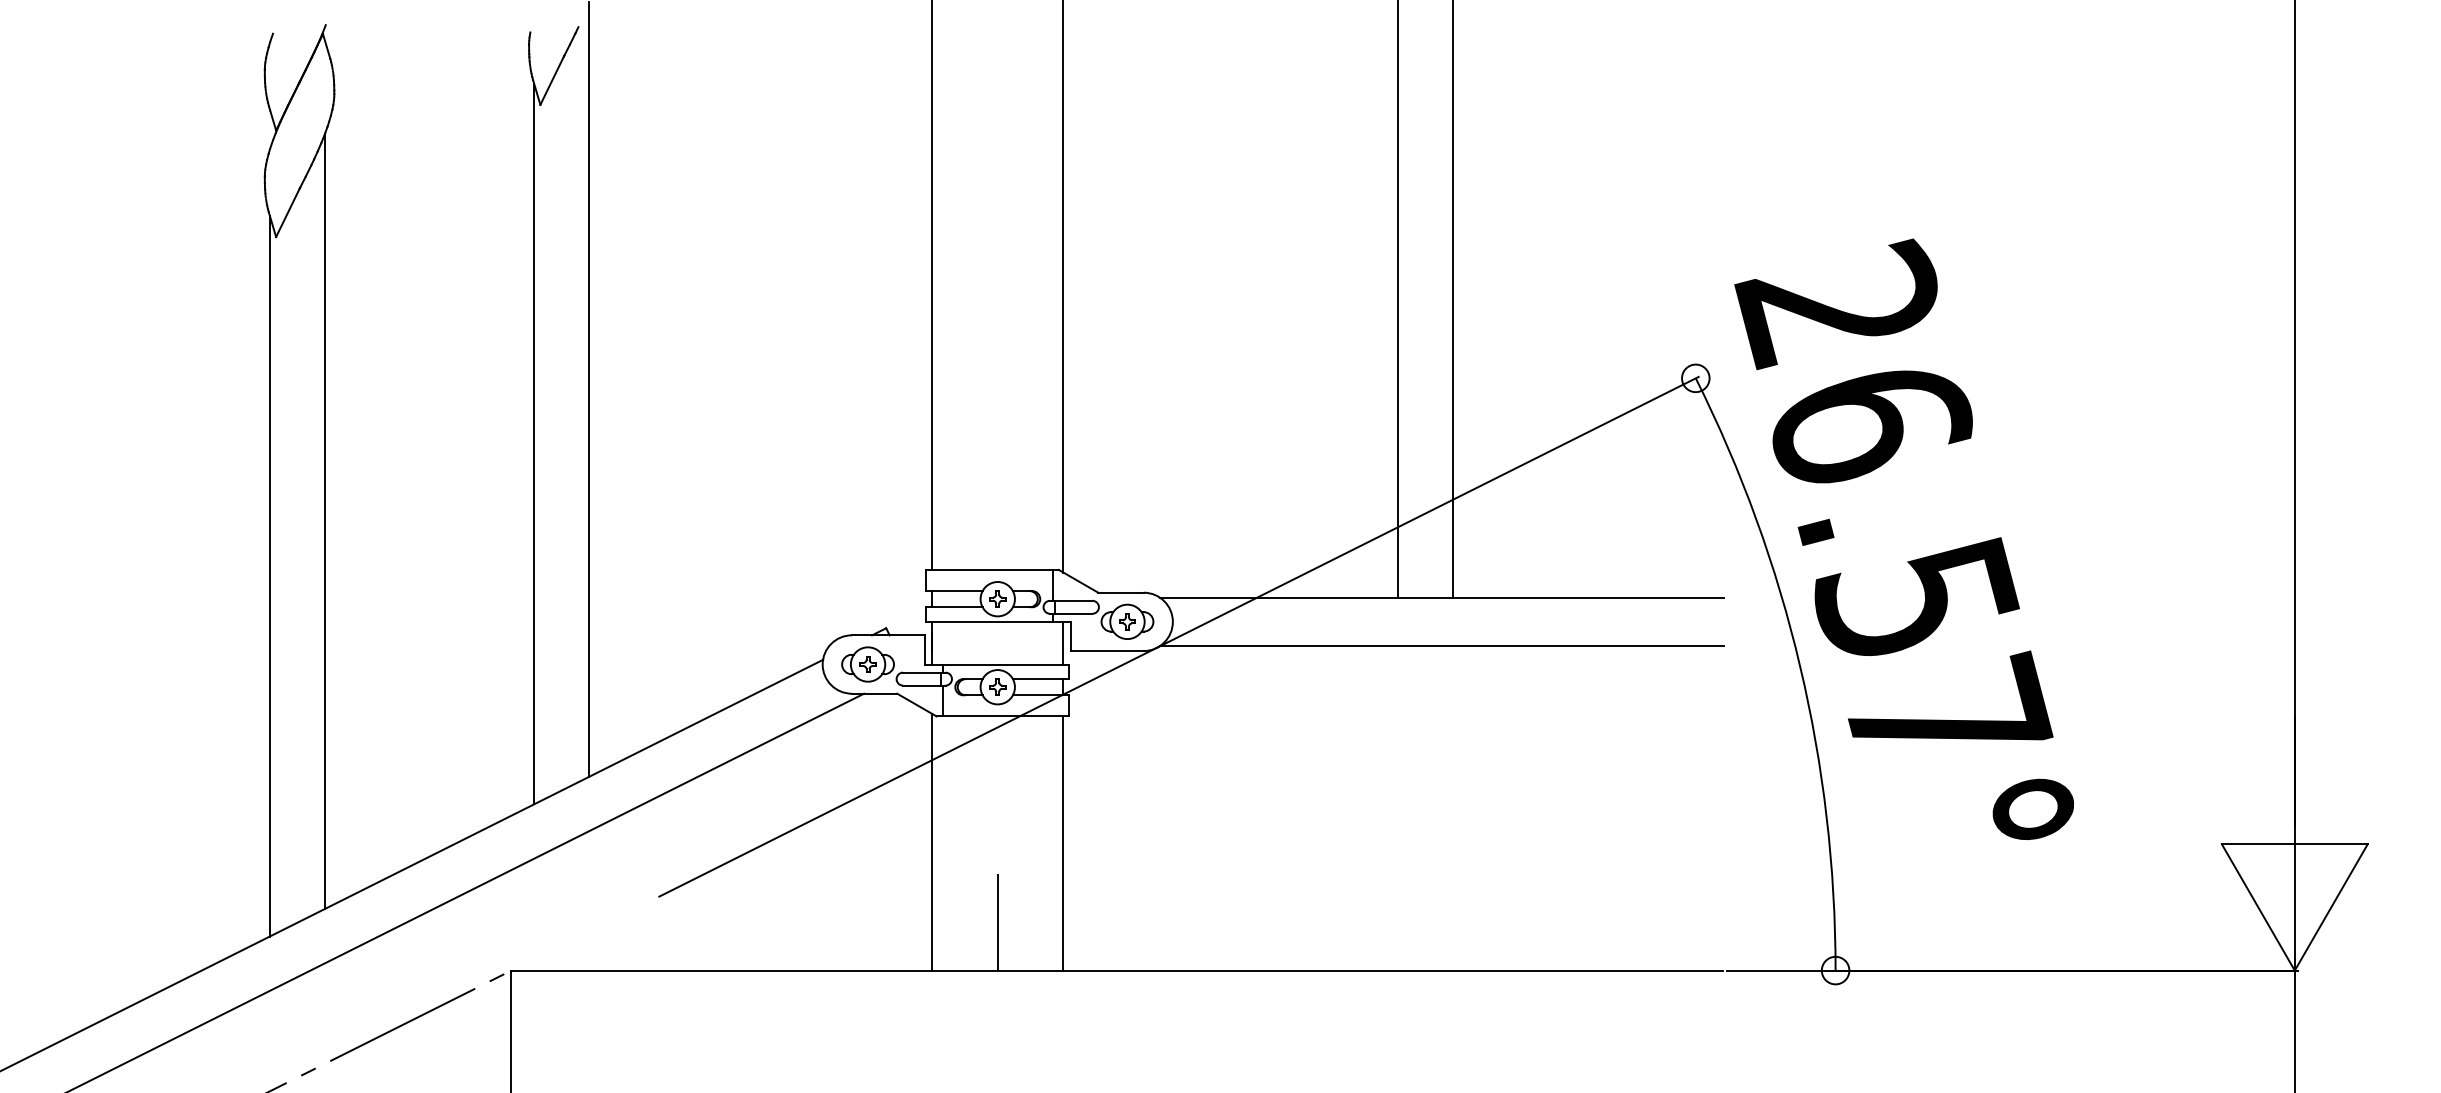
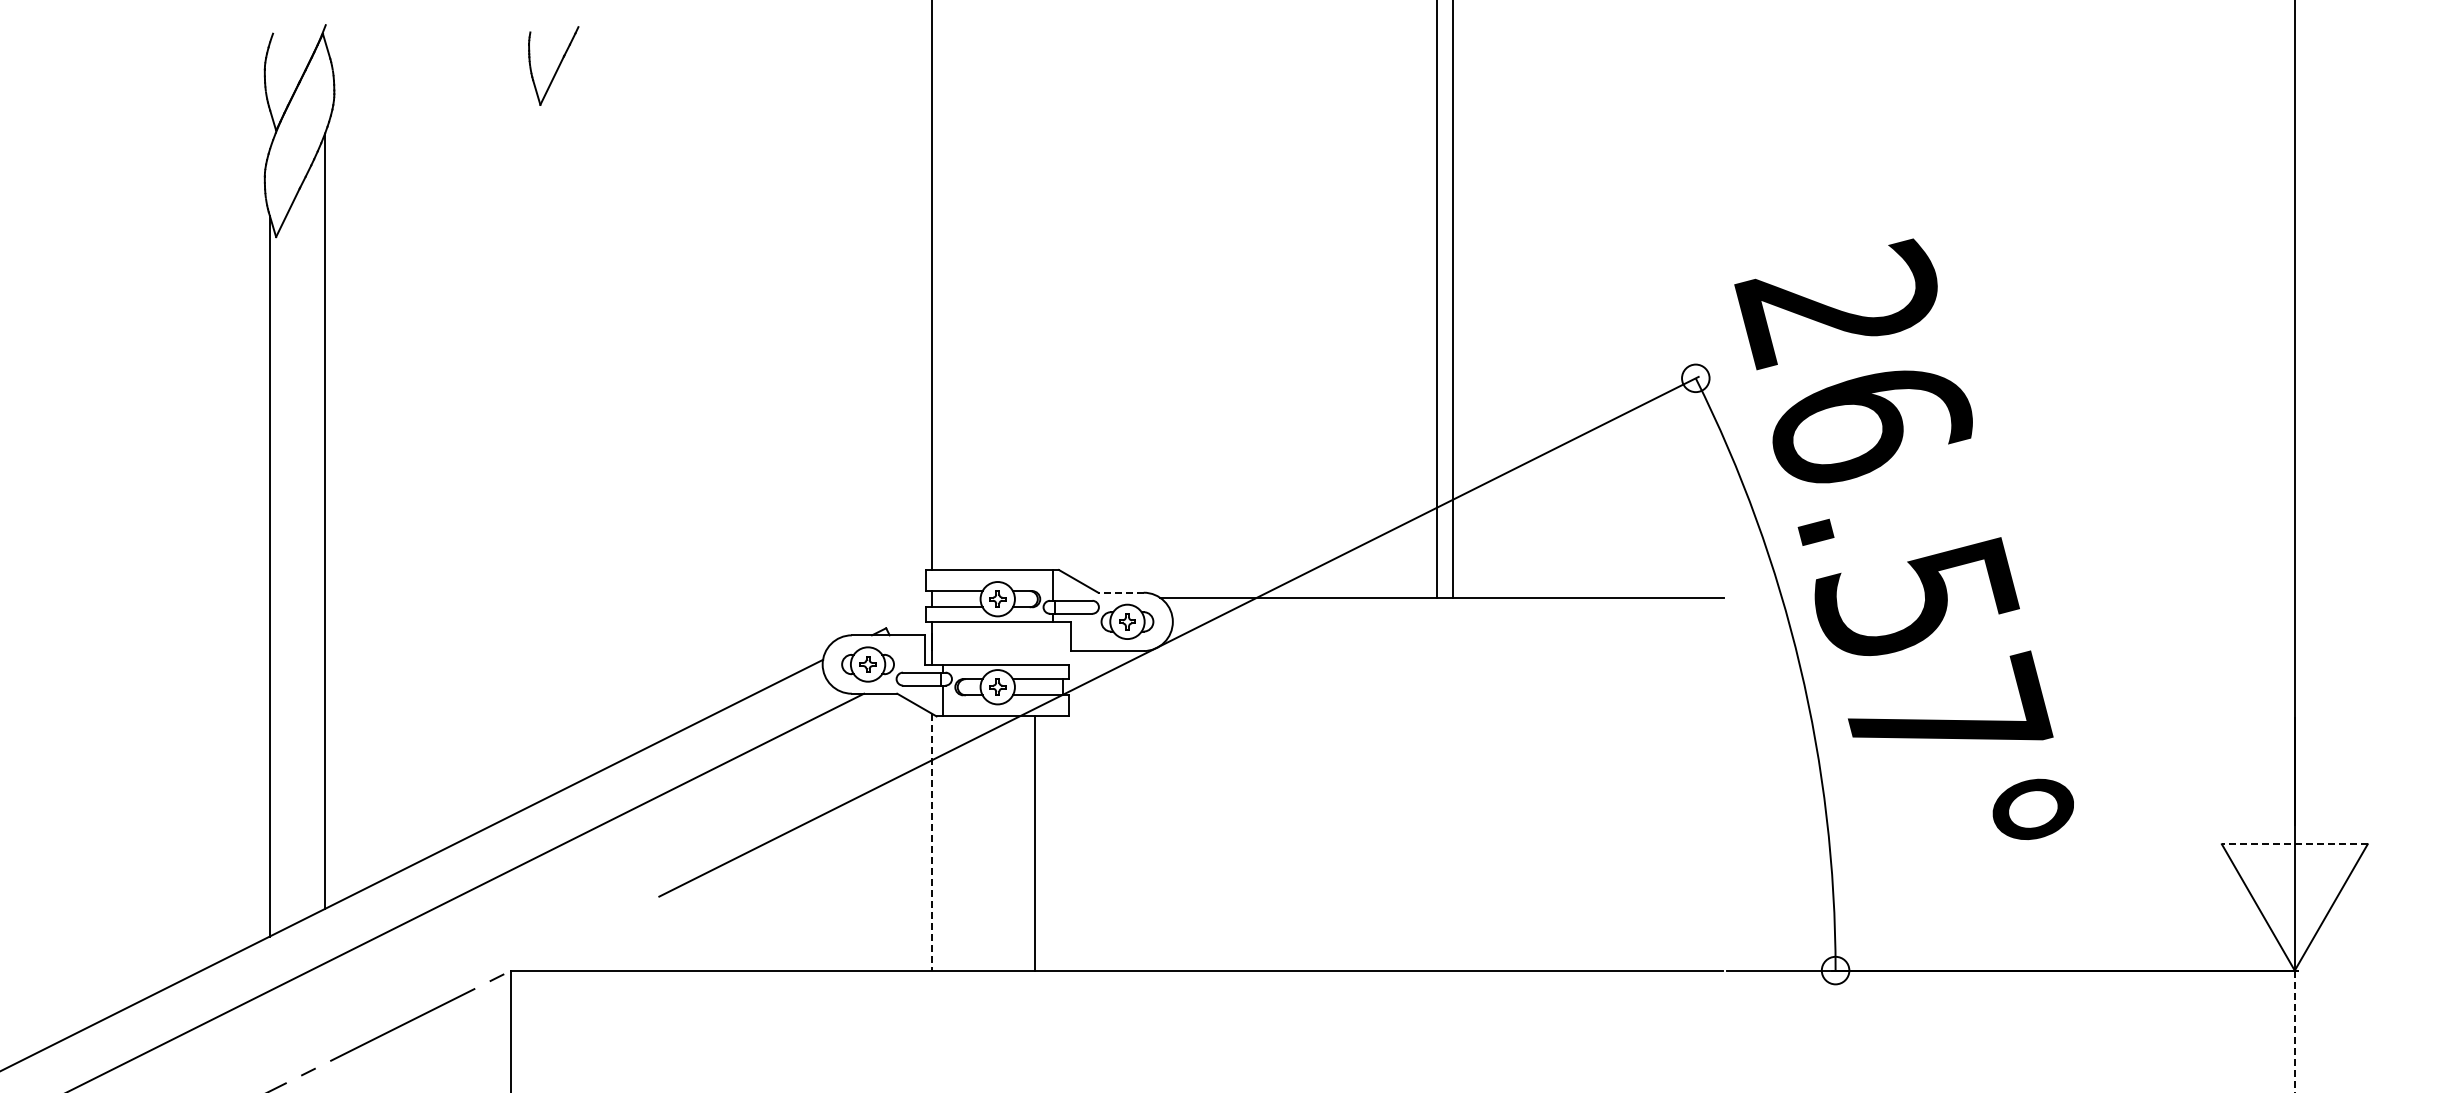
line at (1063, 287): present -> none
line at (1398, 299) position: (1398, 299) -> (1437, 299)
line at (589, 389): present -> none
line at (534, 443): present -> none
line at (1120, 592): solid -> dashed
line at (1063, 642): present -> none
line at (1441, 646): present -> none
line at (932, 842): solid -> dashed
line at (1063, 843) position: (1063, 843) -> (1035, 843)
line at (2294, 844): solid -> dashed
line at (997, 922): present -> none
line at (2294, 1031): solid -> dashed
